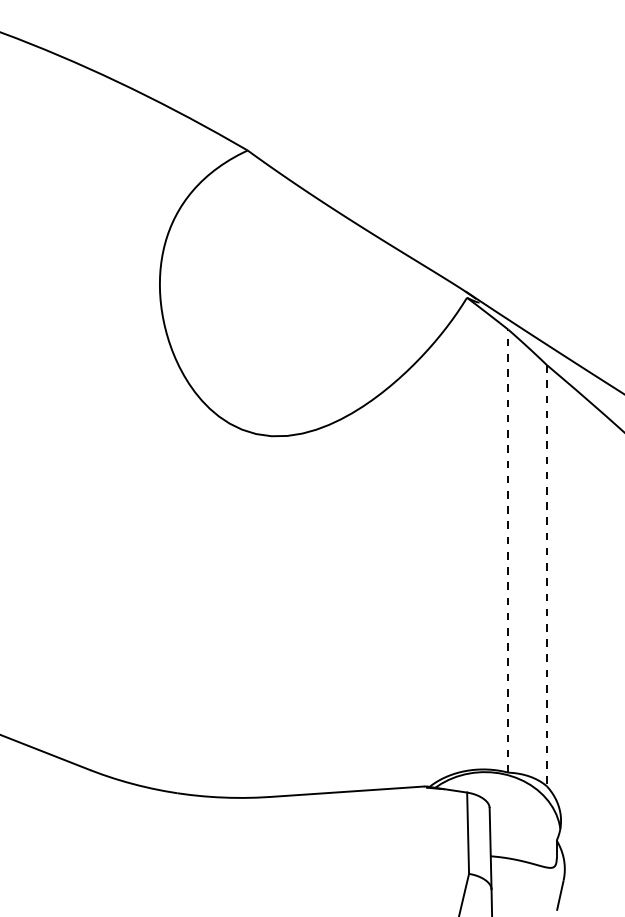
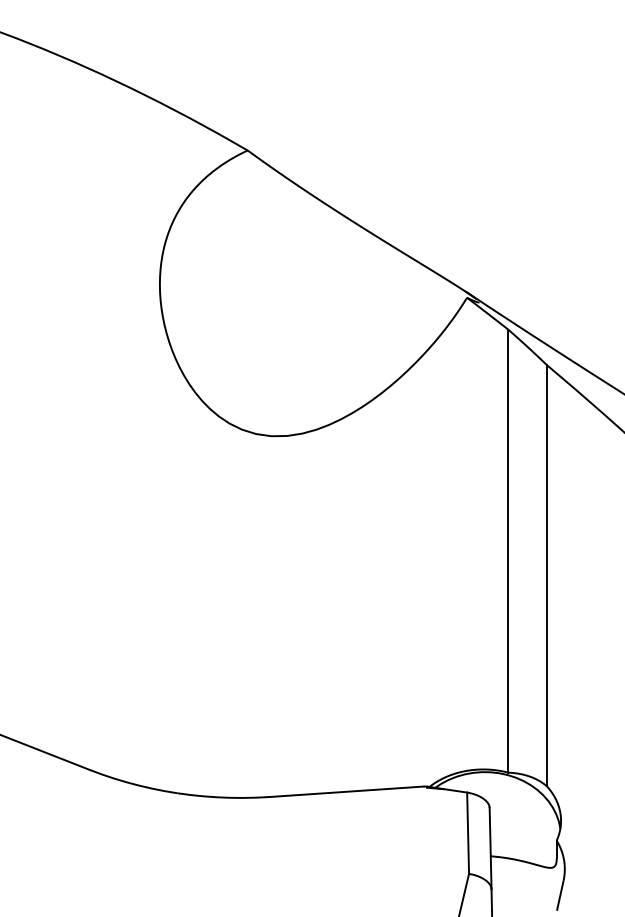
line at (508, 550): dashed -> solid
line at (546, 575): dashed -> solid
